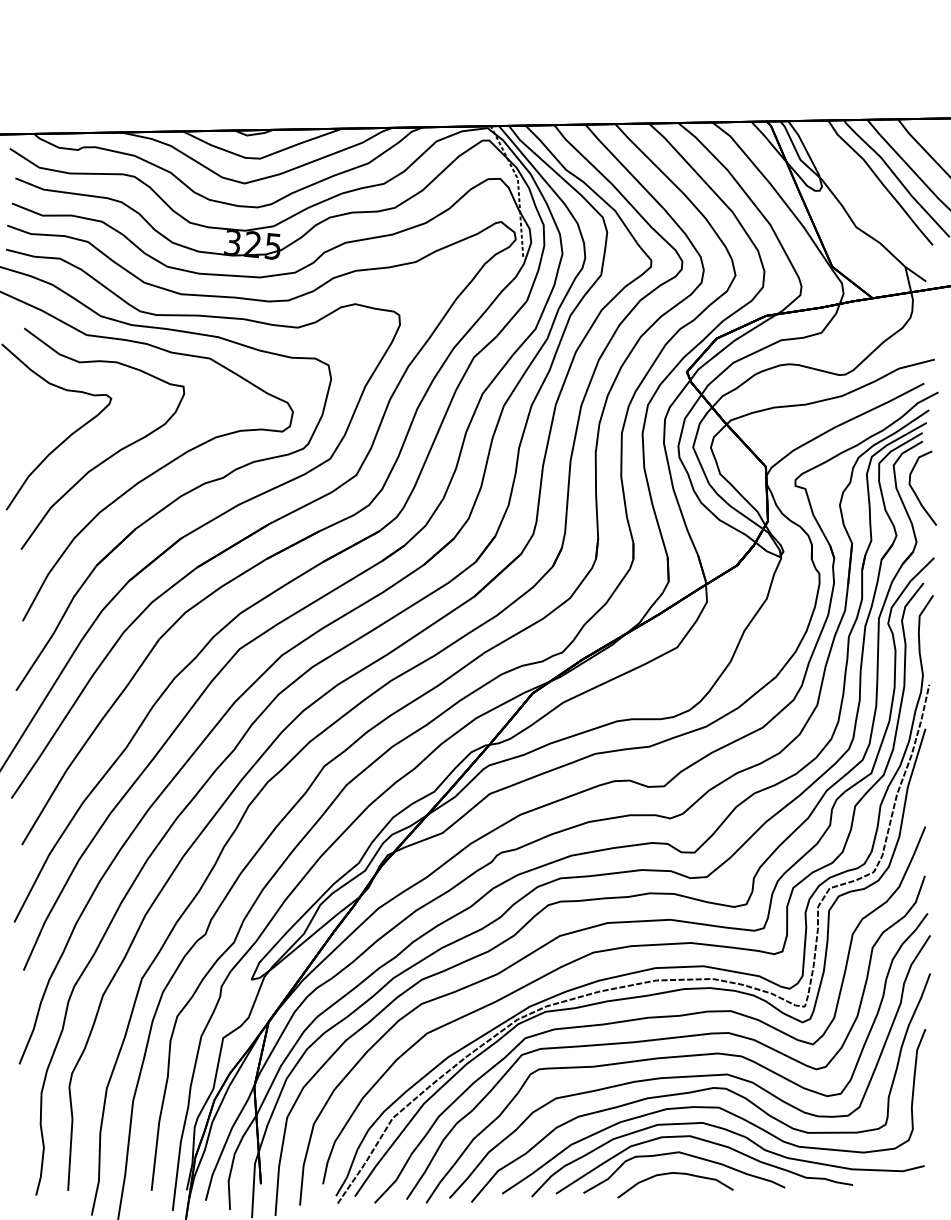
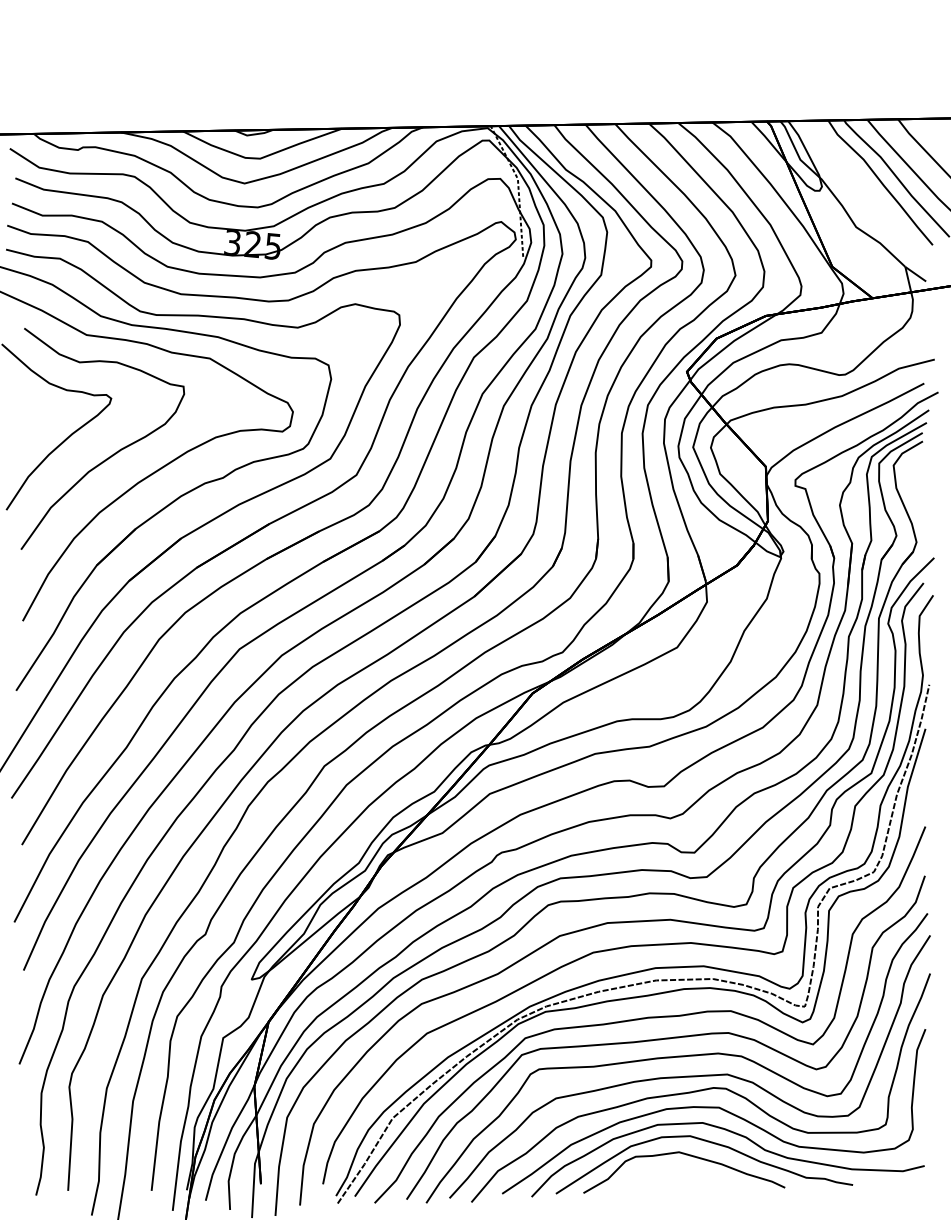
curve at (916, 493): present -> none
curve at (676, 1174): present -> none
